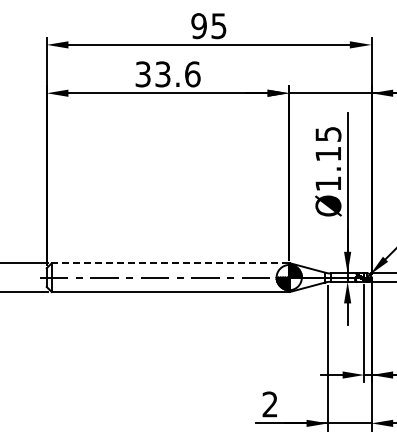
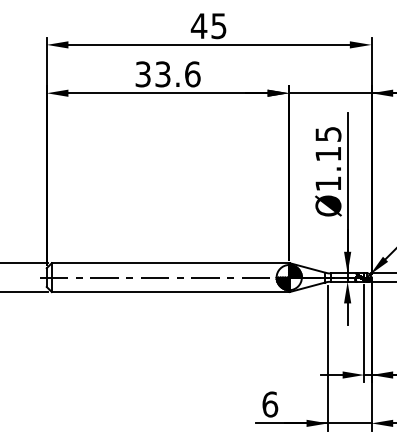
text at (198, 26): 95 -> 45
line at (170, 263): dashed -> solid
text at (270, 404): 2 -> 6
